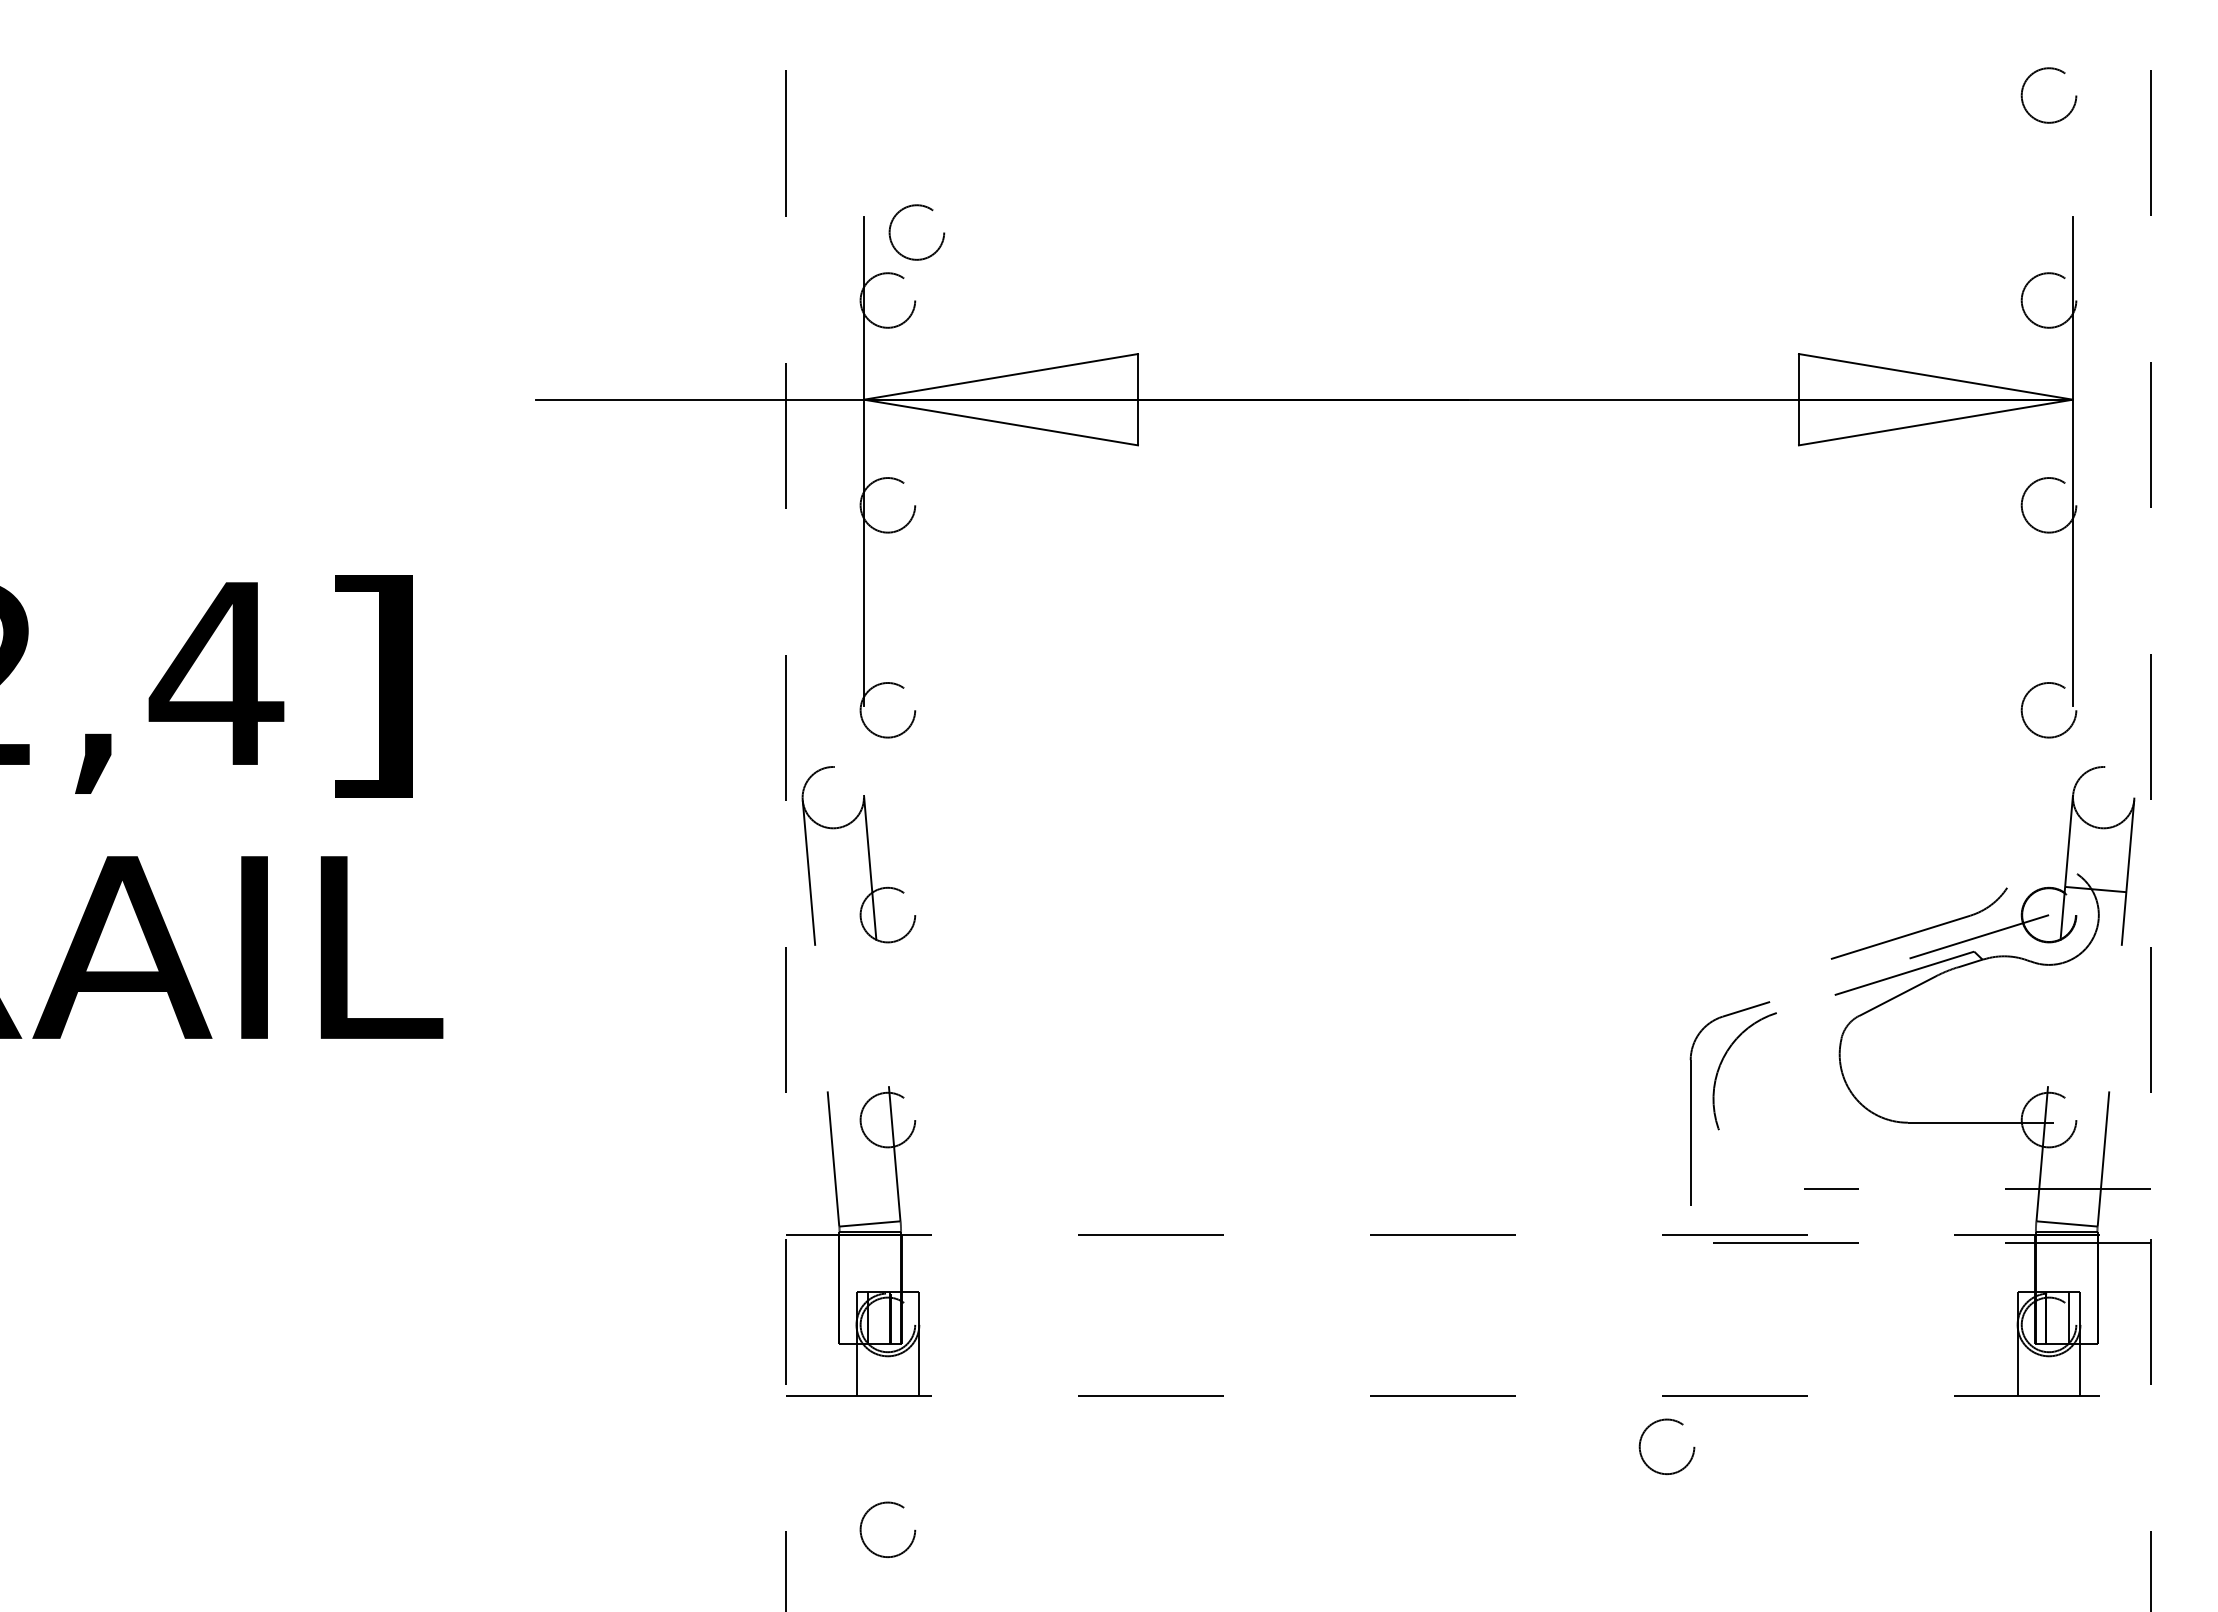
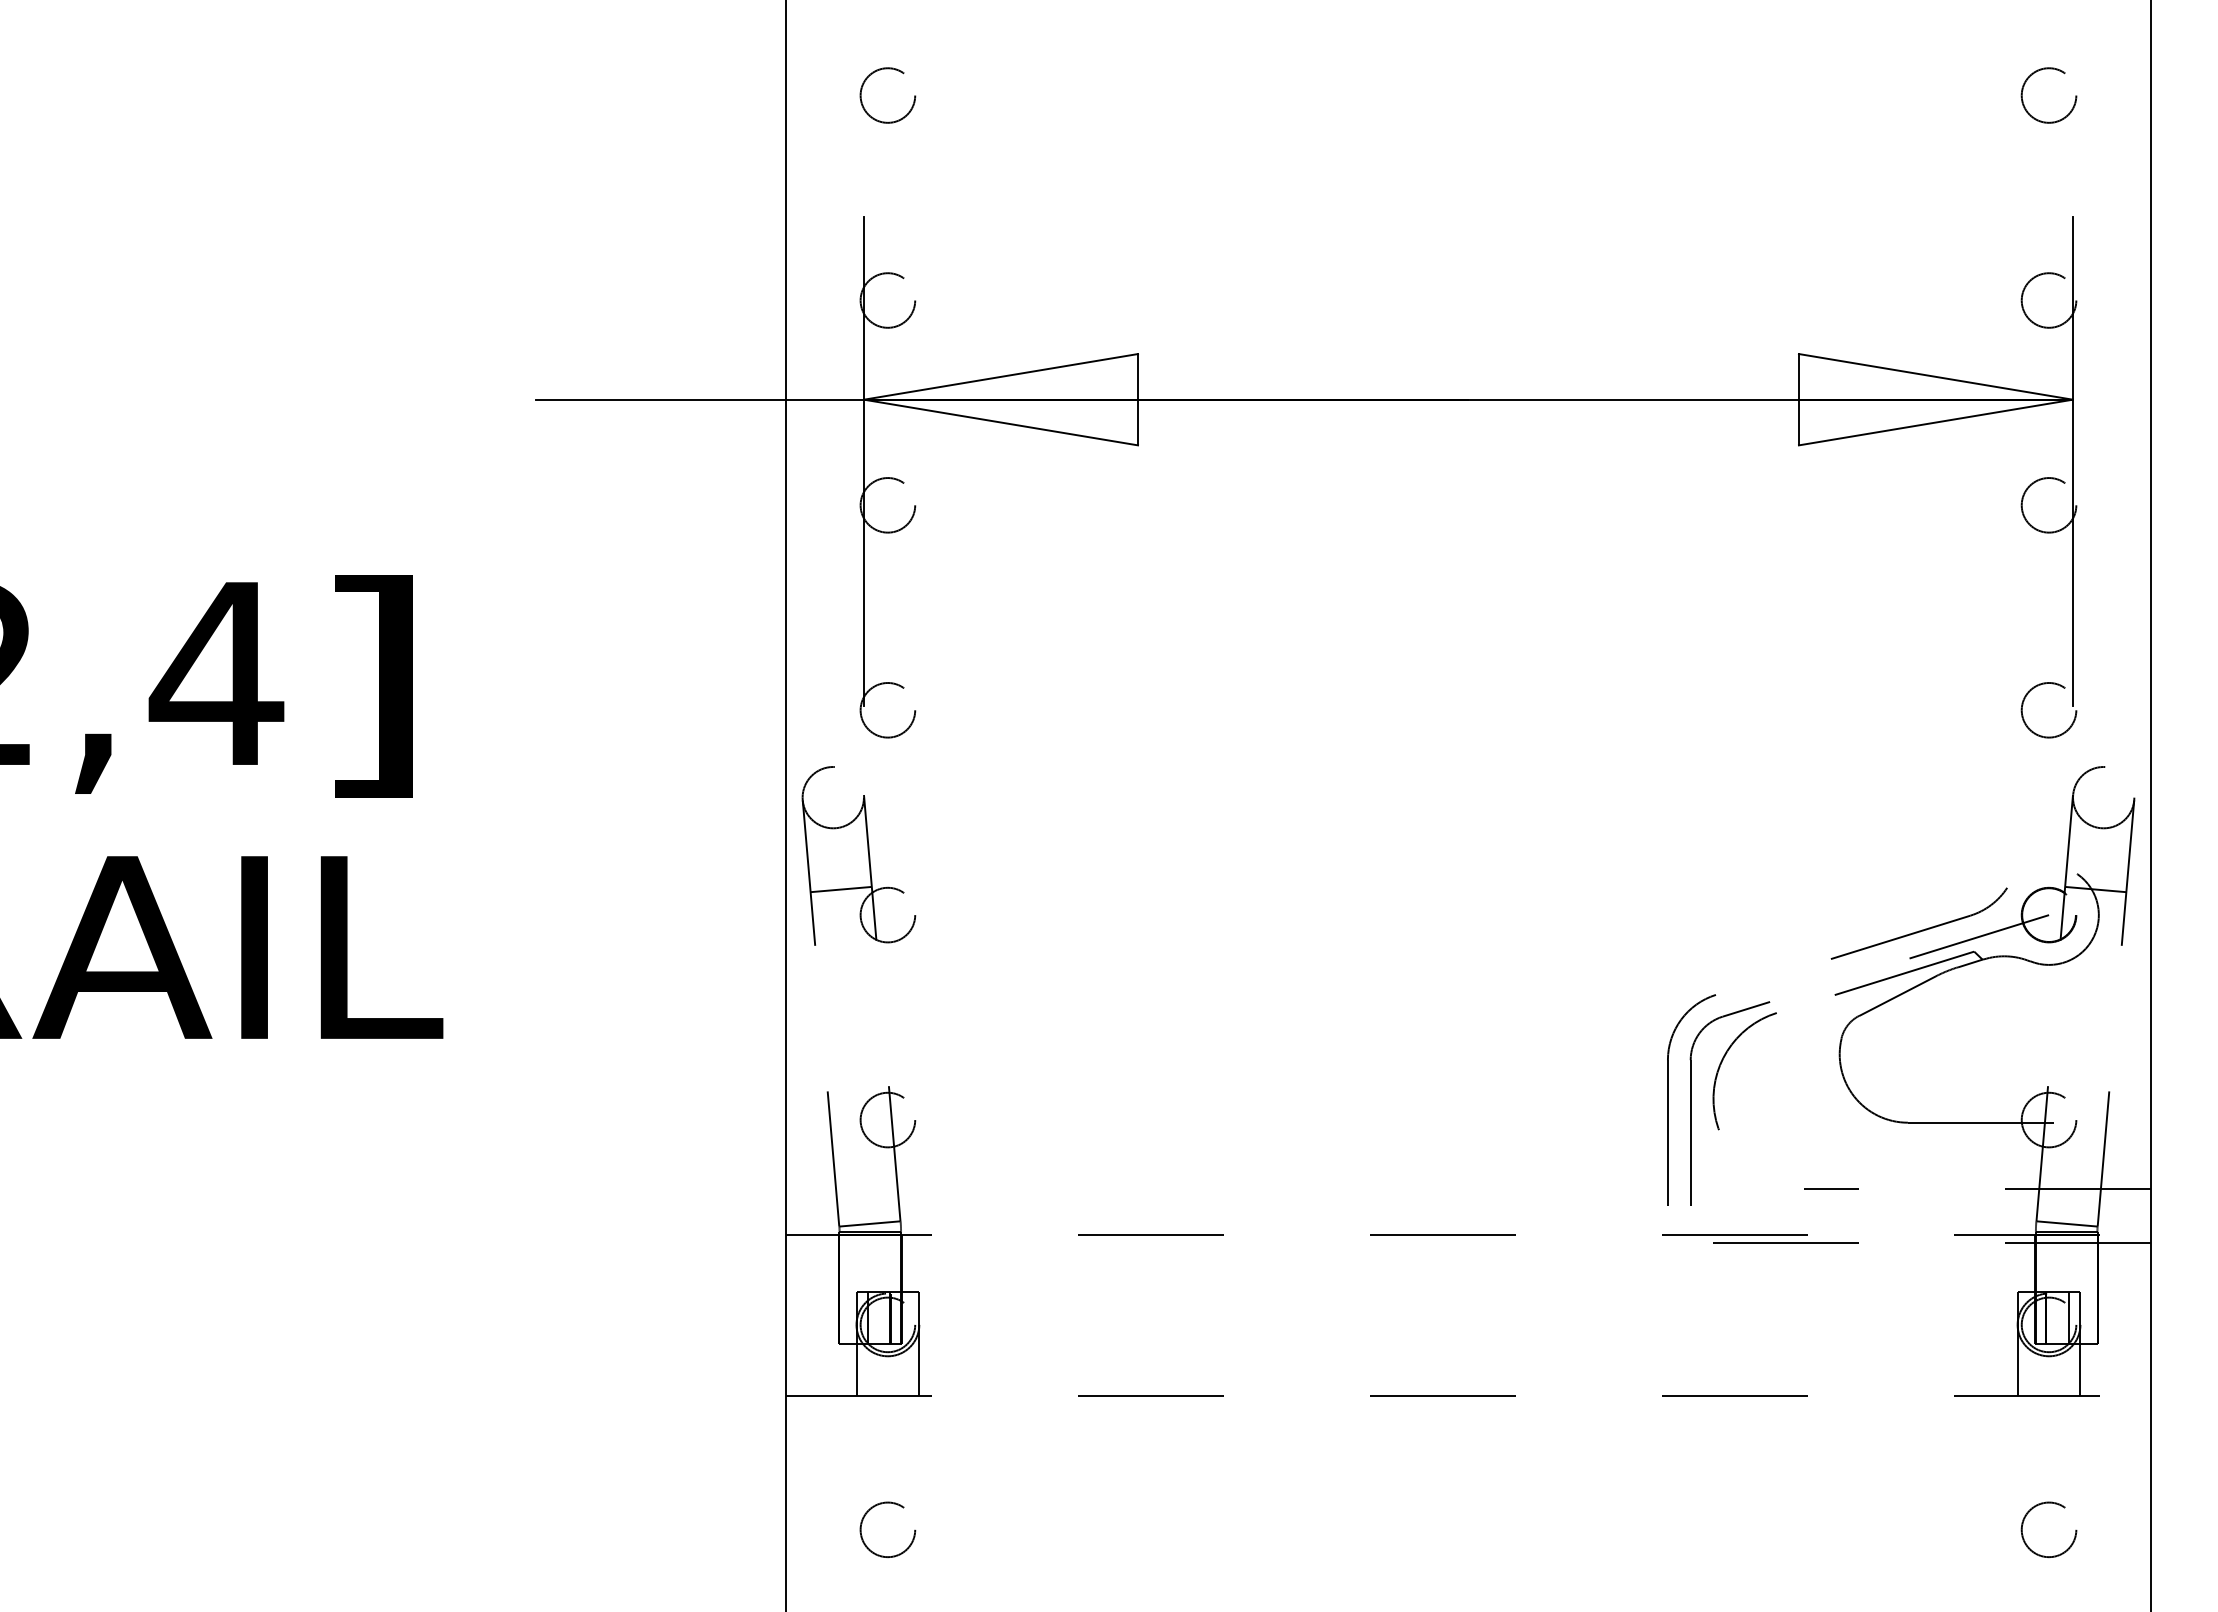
circle at (916, 232) position: (916, 232) -> (887, 95)
line at (2151, 805): dashed -> solid
line at (785, 806): dashed -> solid
line at (840, 889): none -> present
part at (1668, 1099): none -> present
circle at (1666, 1446) position: (1666, 1446) -> (2048, 1529)
